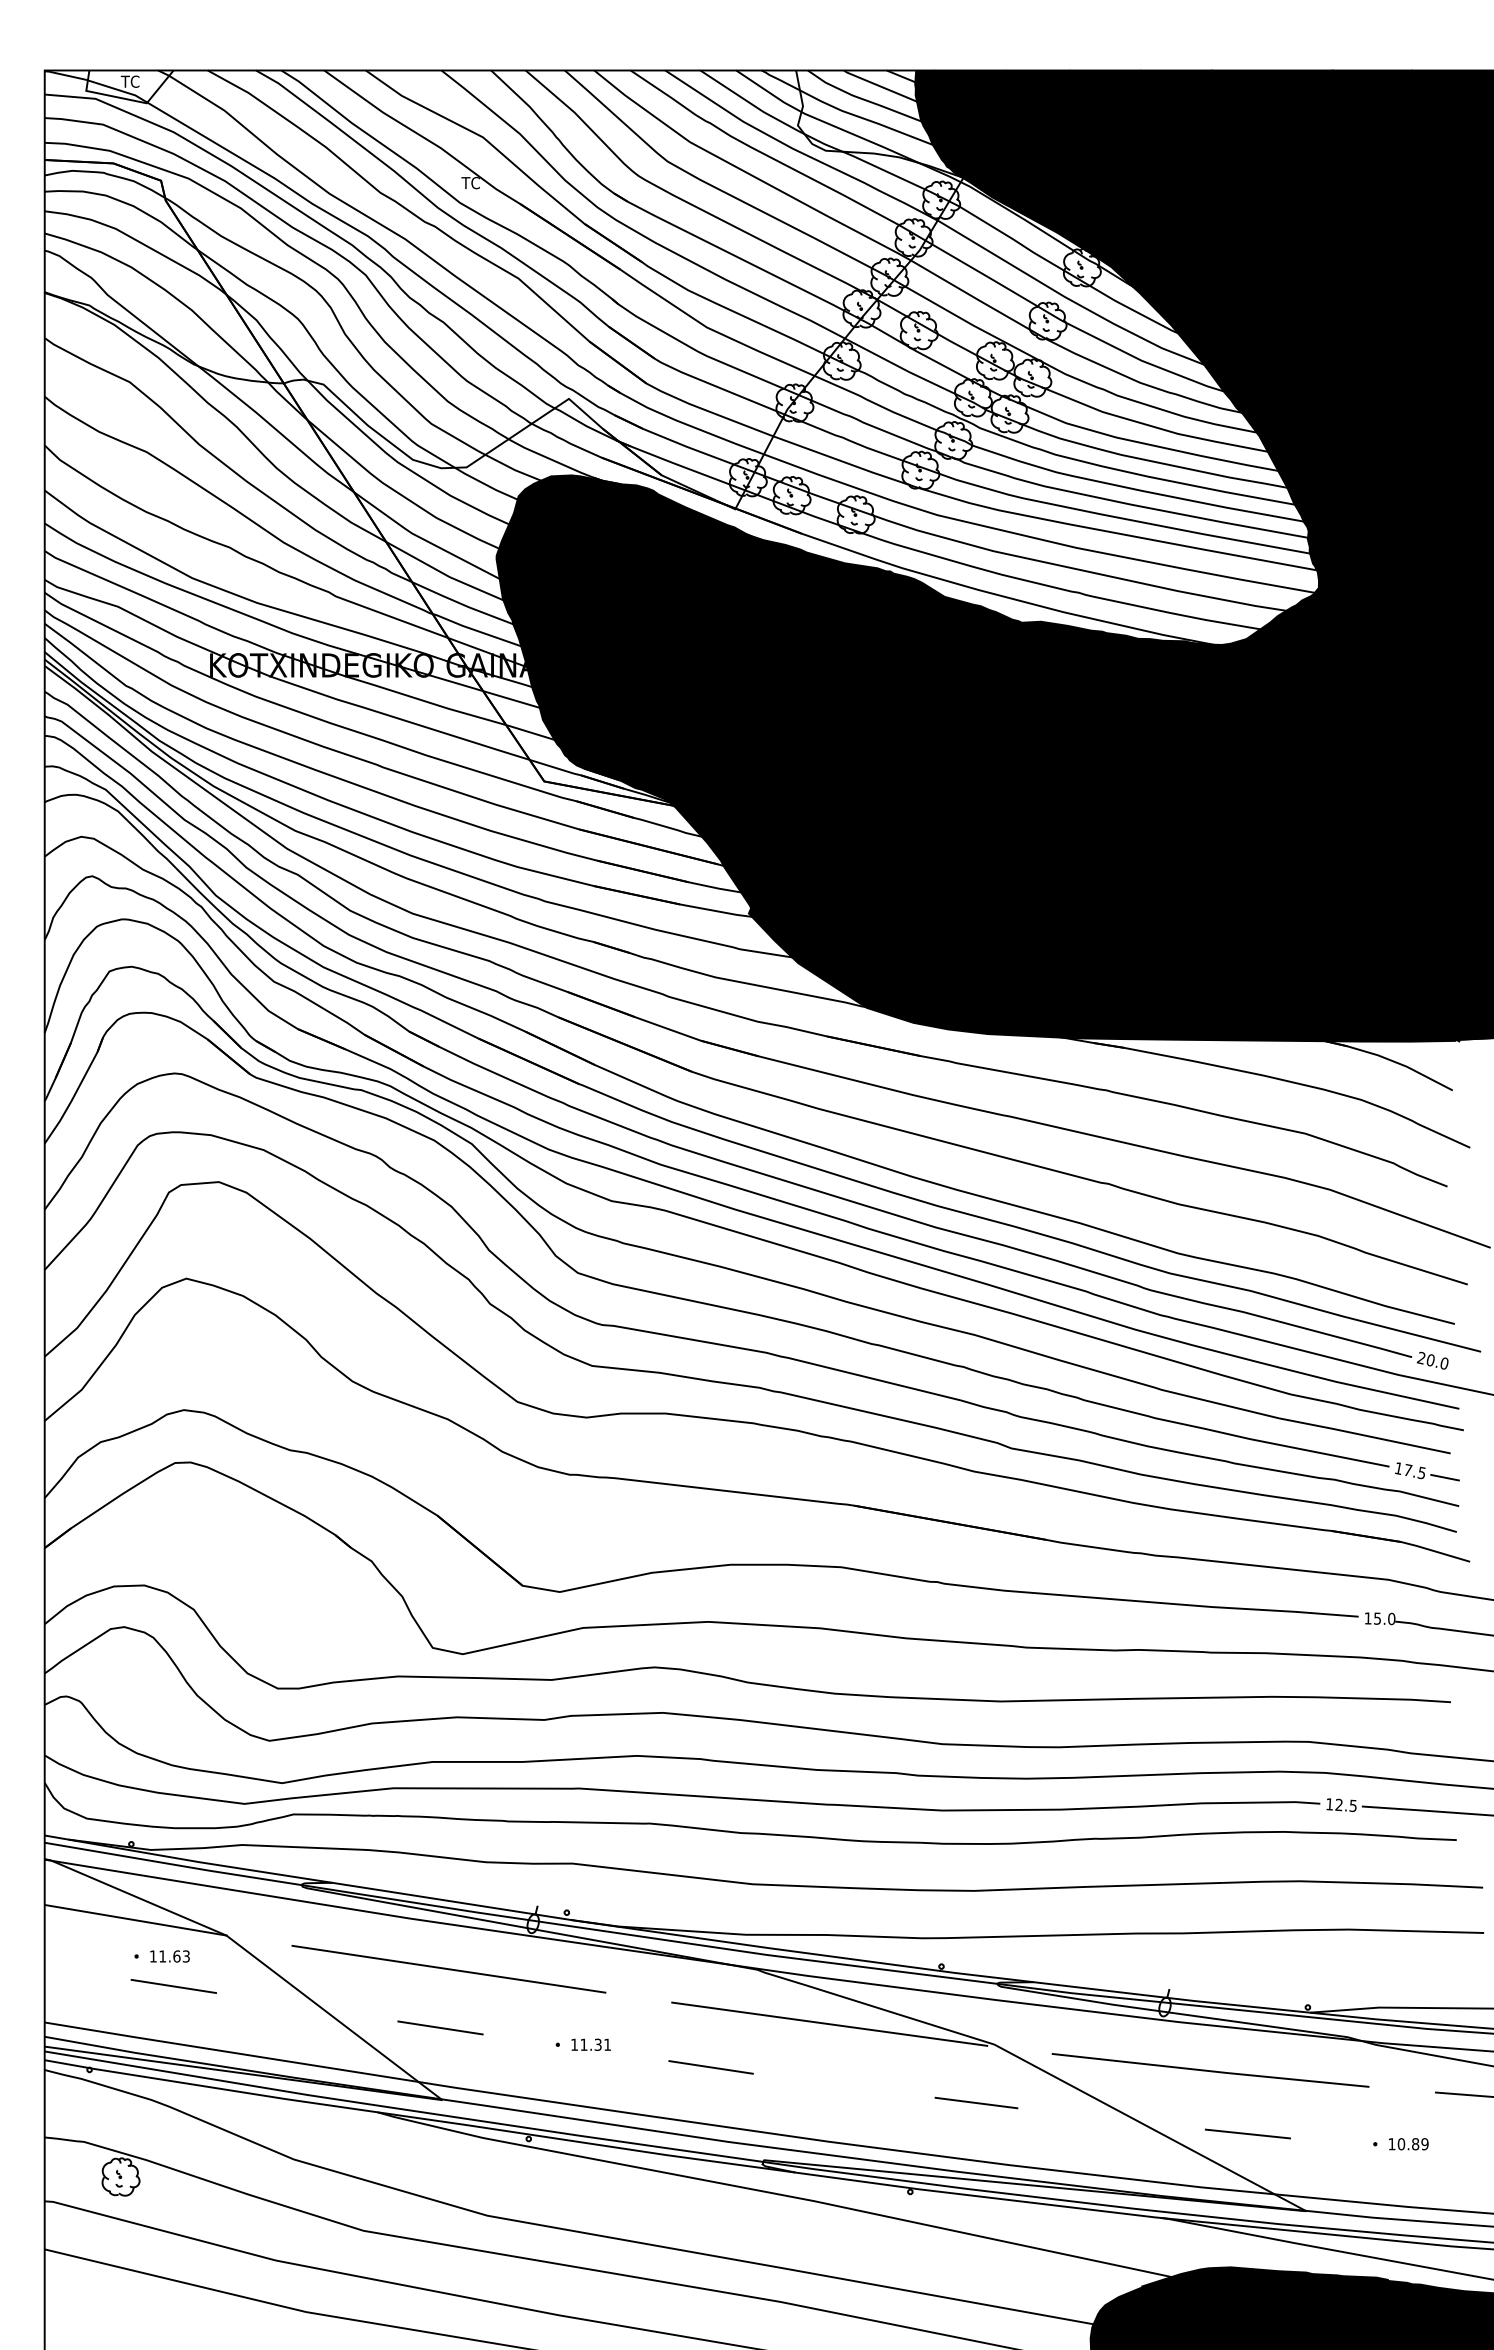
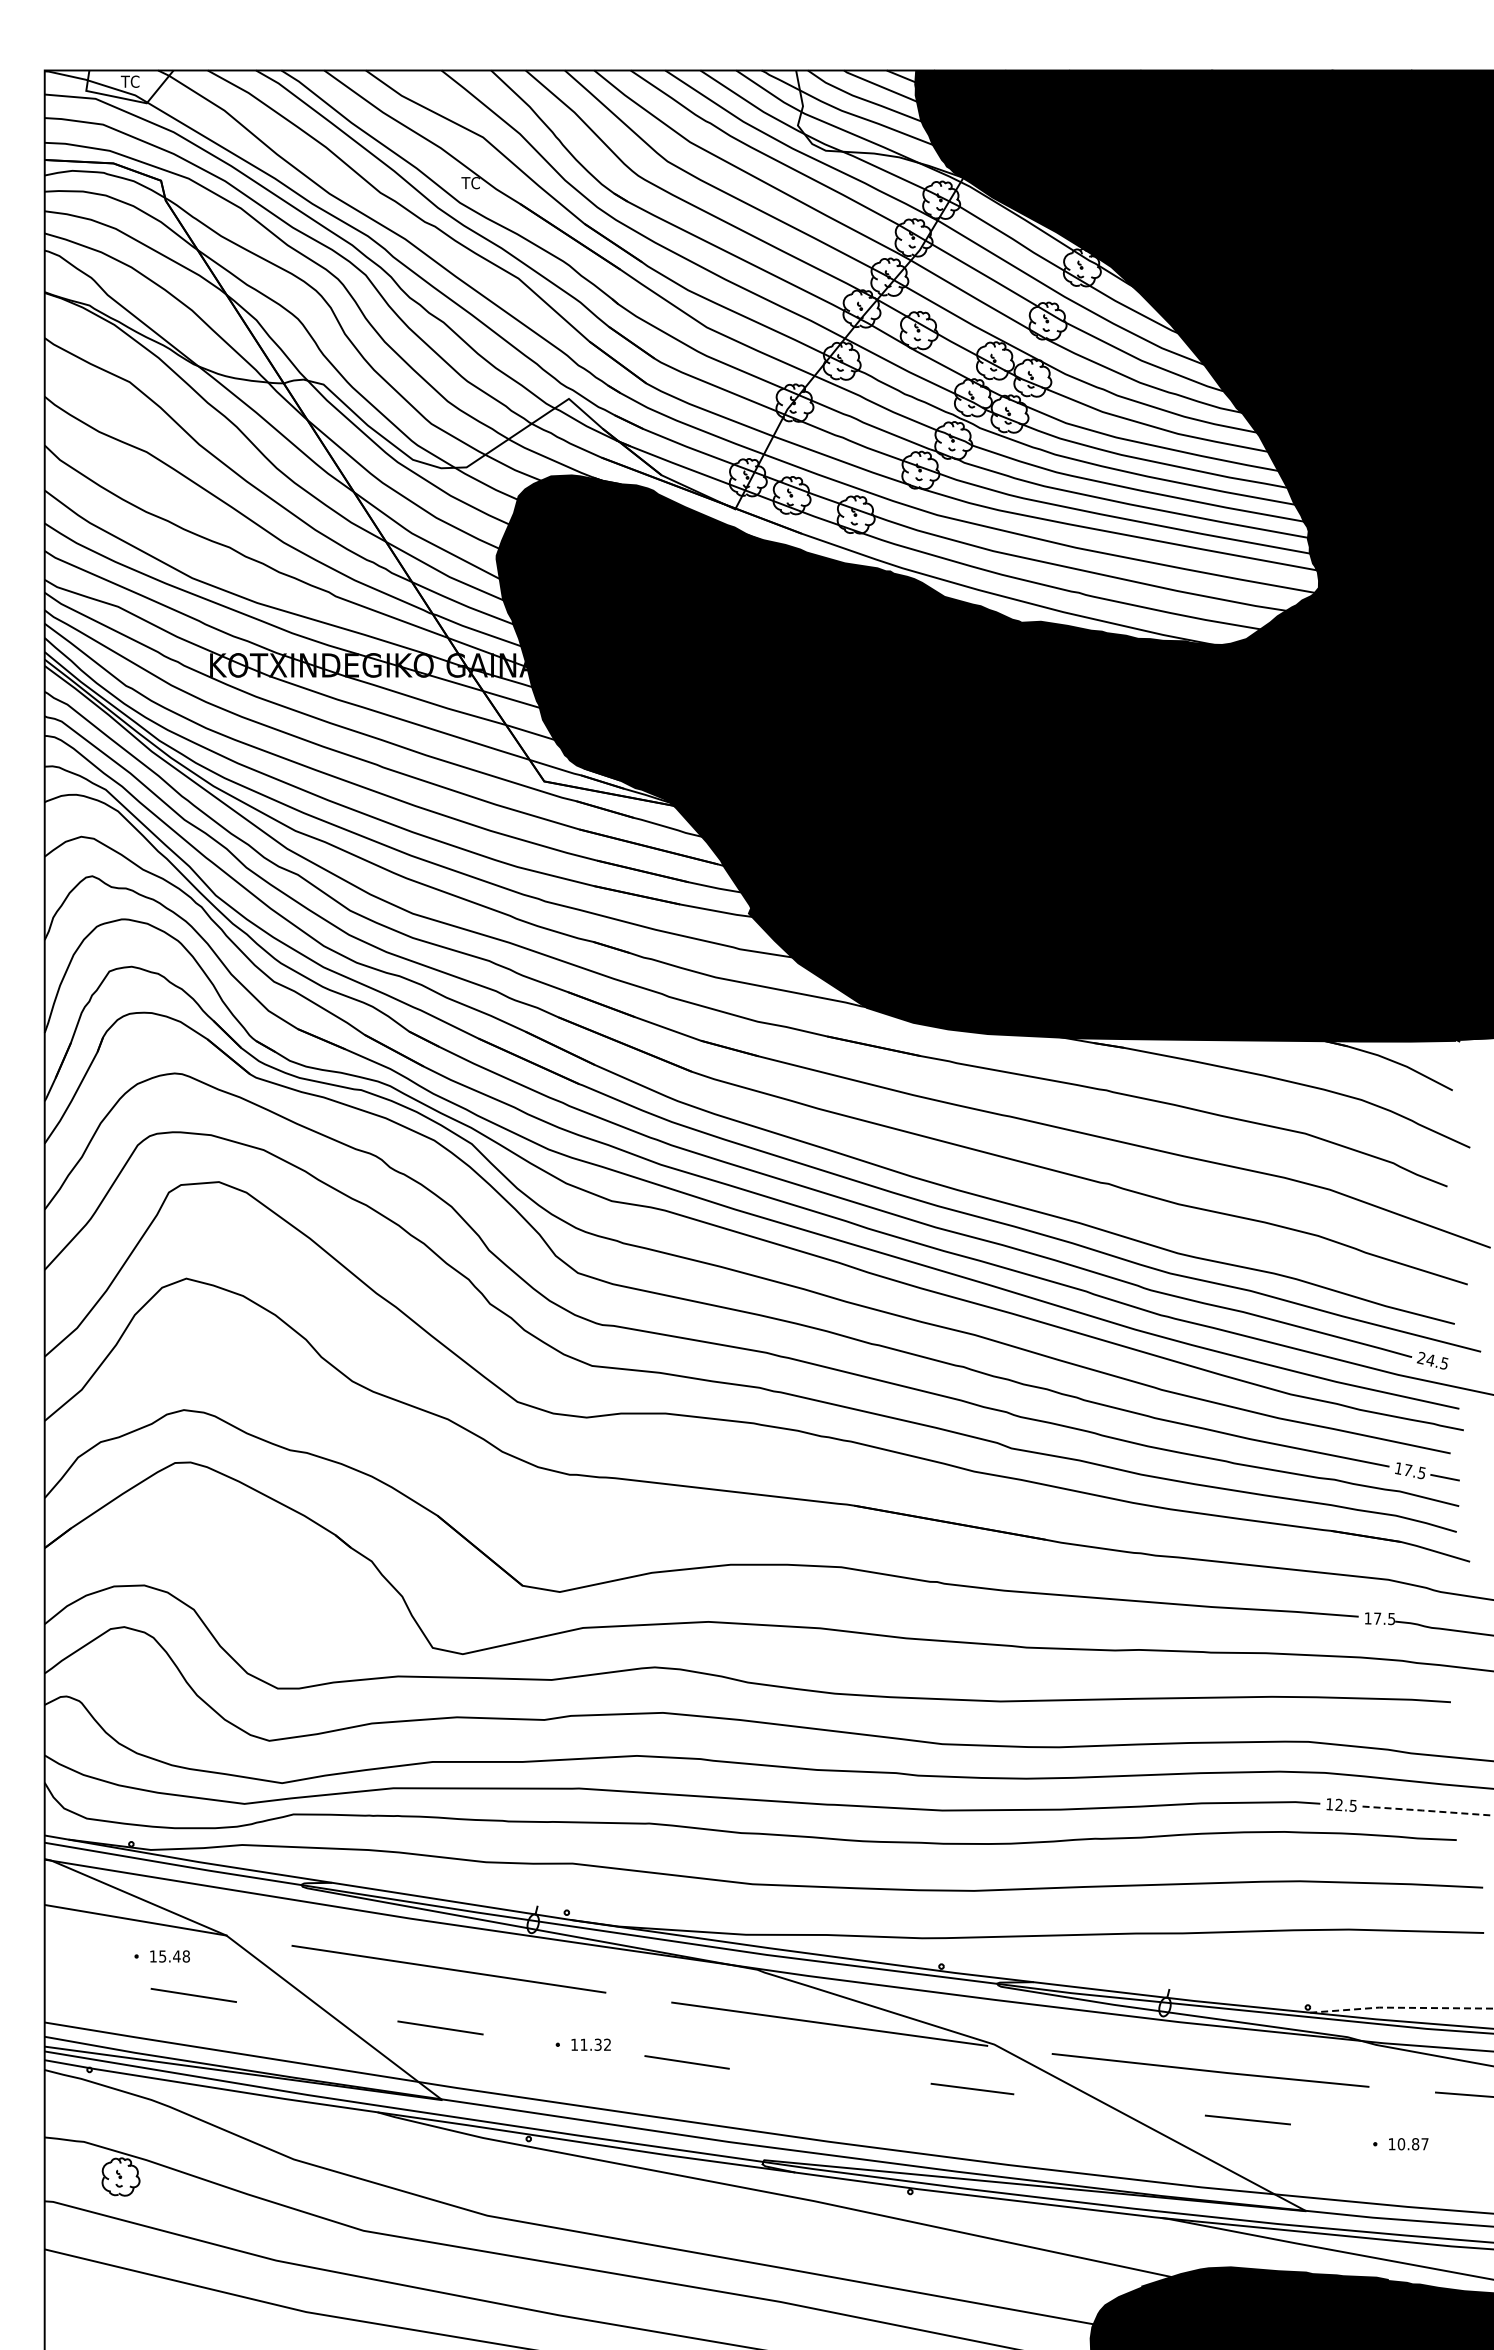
text at (1437, 1361): 20.0 -> 24.5
text at (1384, 1618): 15.0 -> 17.5
line at (1427, 1810): solid -> dashed
text at (174, 1956): 11.63 -> 15.48
line at (173, 1986) position: (173, 1986) -> (193, 1995)
line at (1401, 2007): solid -> dashed
text at (607, 2044): 11.31 -> 11.32
line at (710, 2067) position: (710, 2067) -> (686, 2062)
line at (976, 2102) position: (976, 2102) -> (972, 2088)
line at (1247, 2133) position: (1247, 2133) -> (1247, 2119)
text at (1424, 2144): 10.89 -> 10.87
